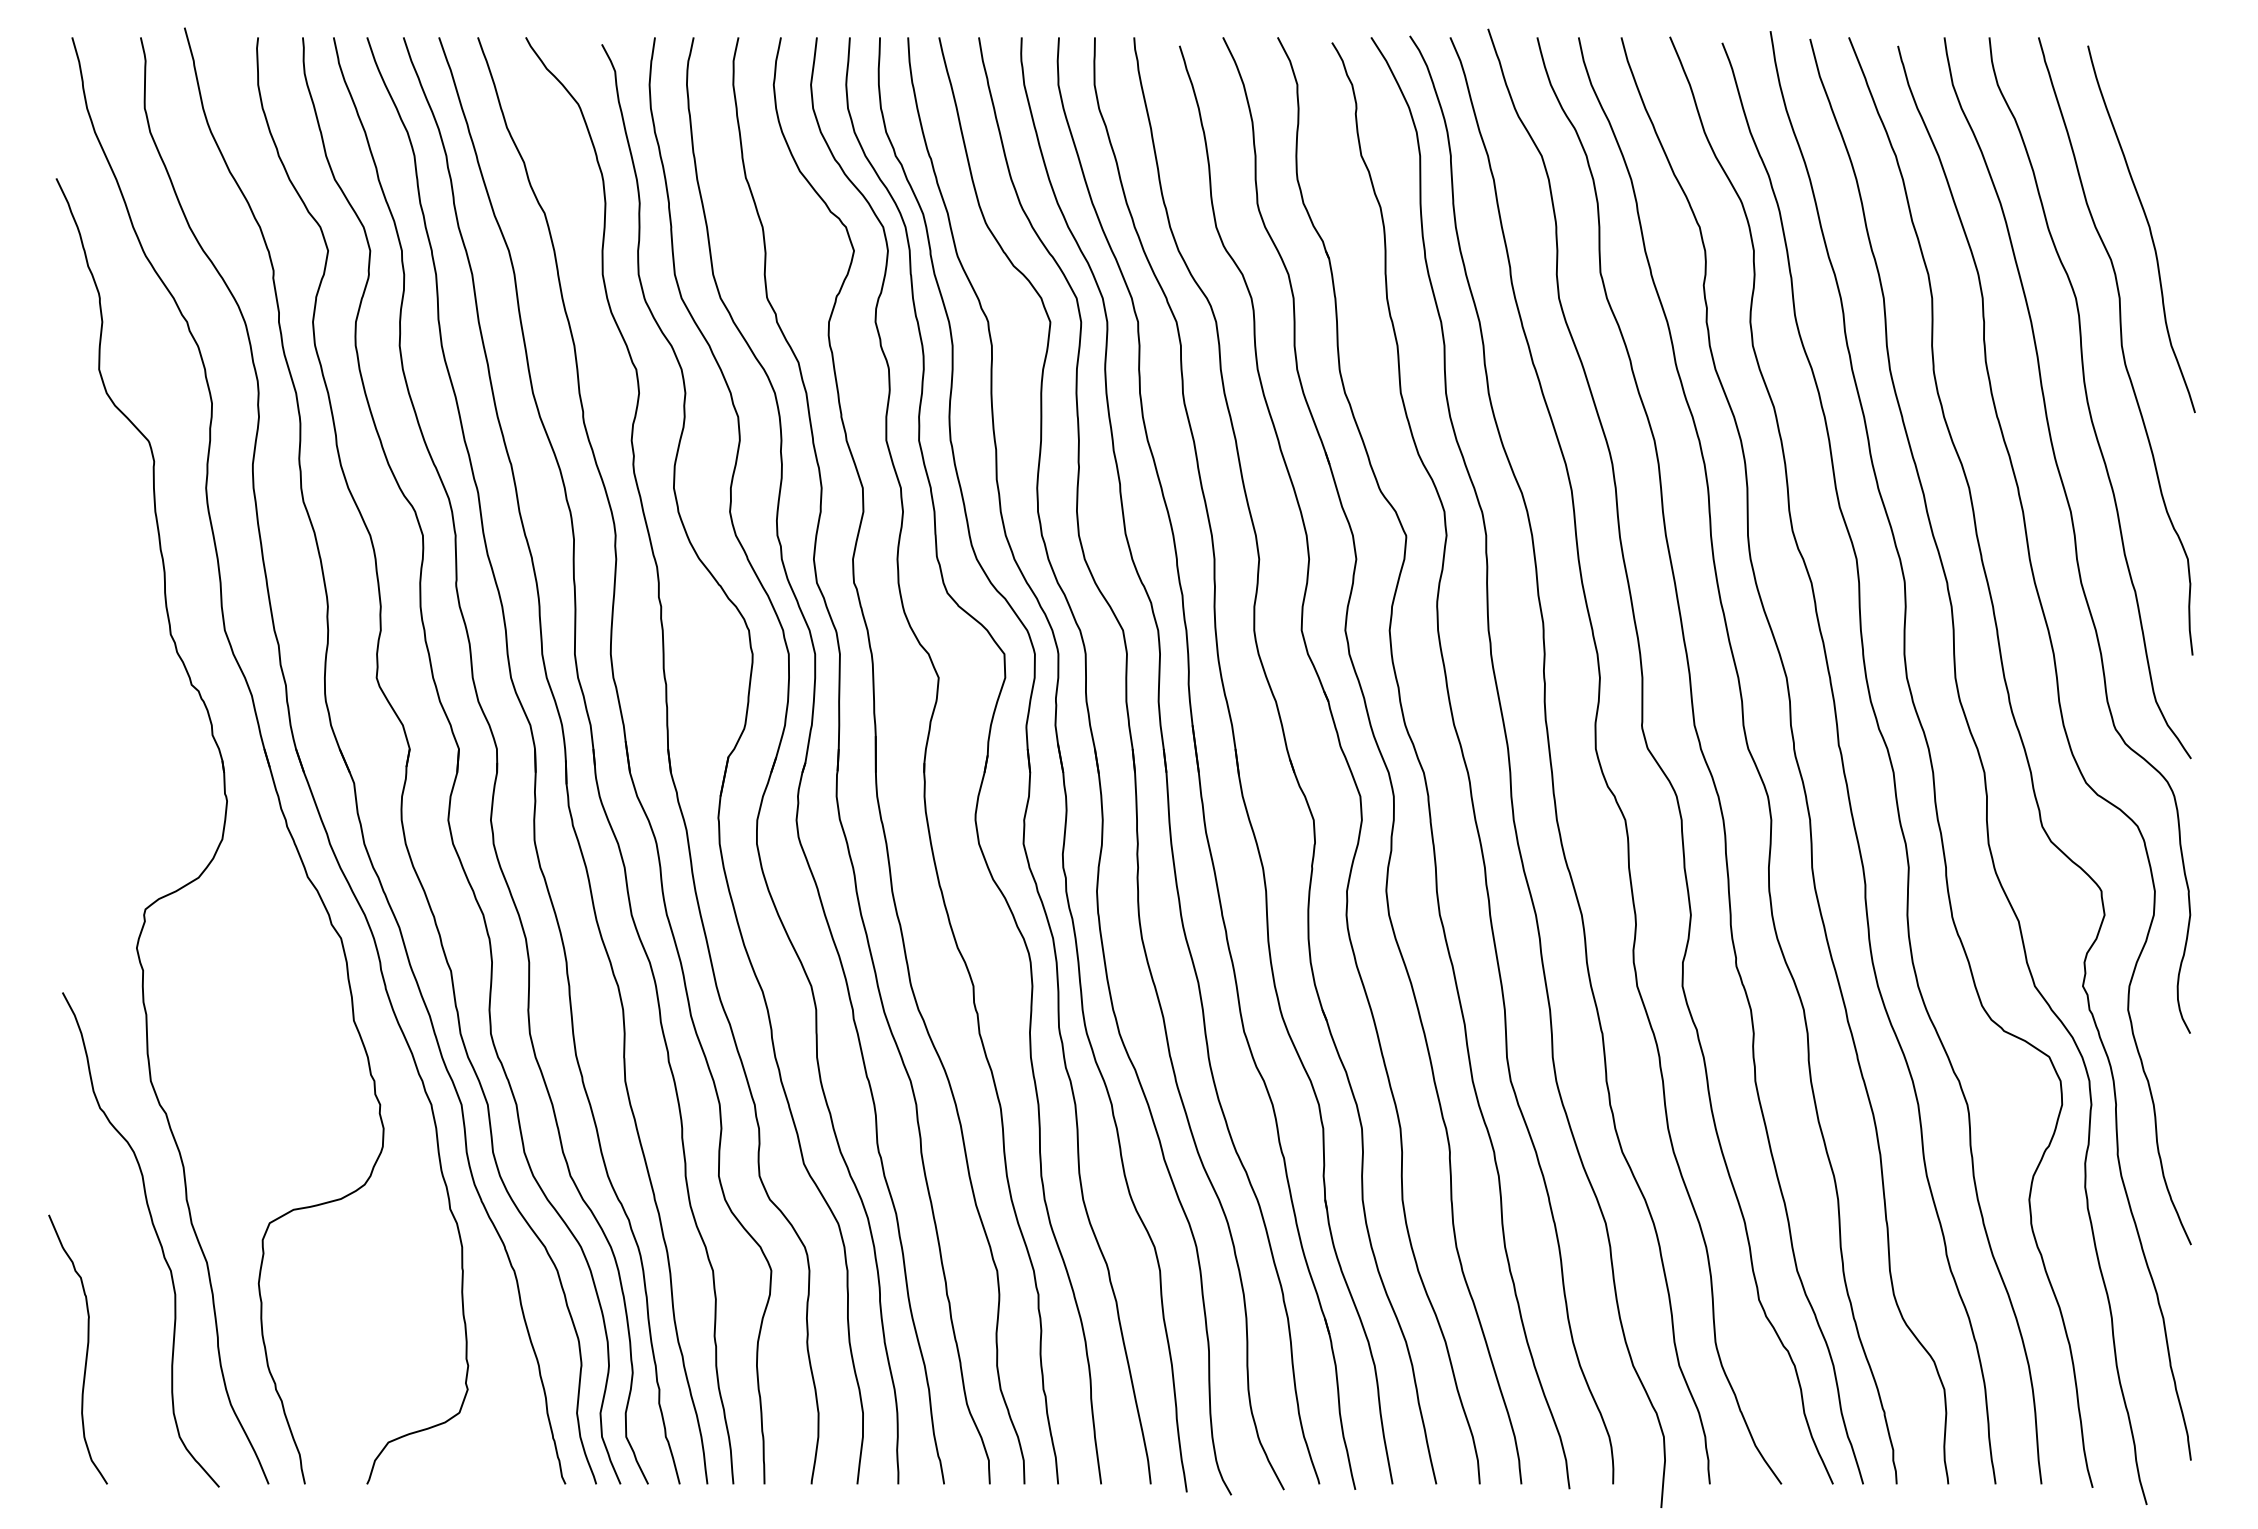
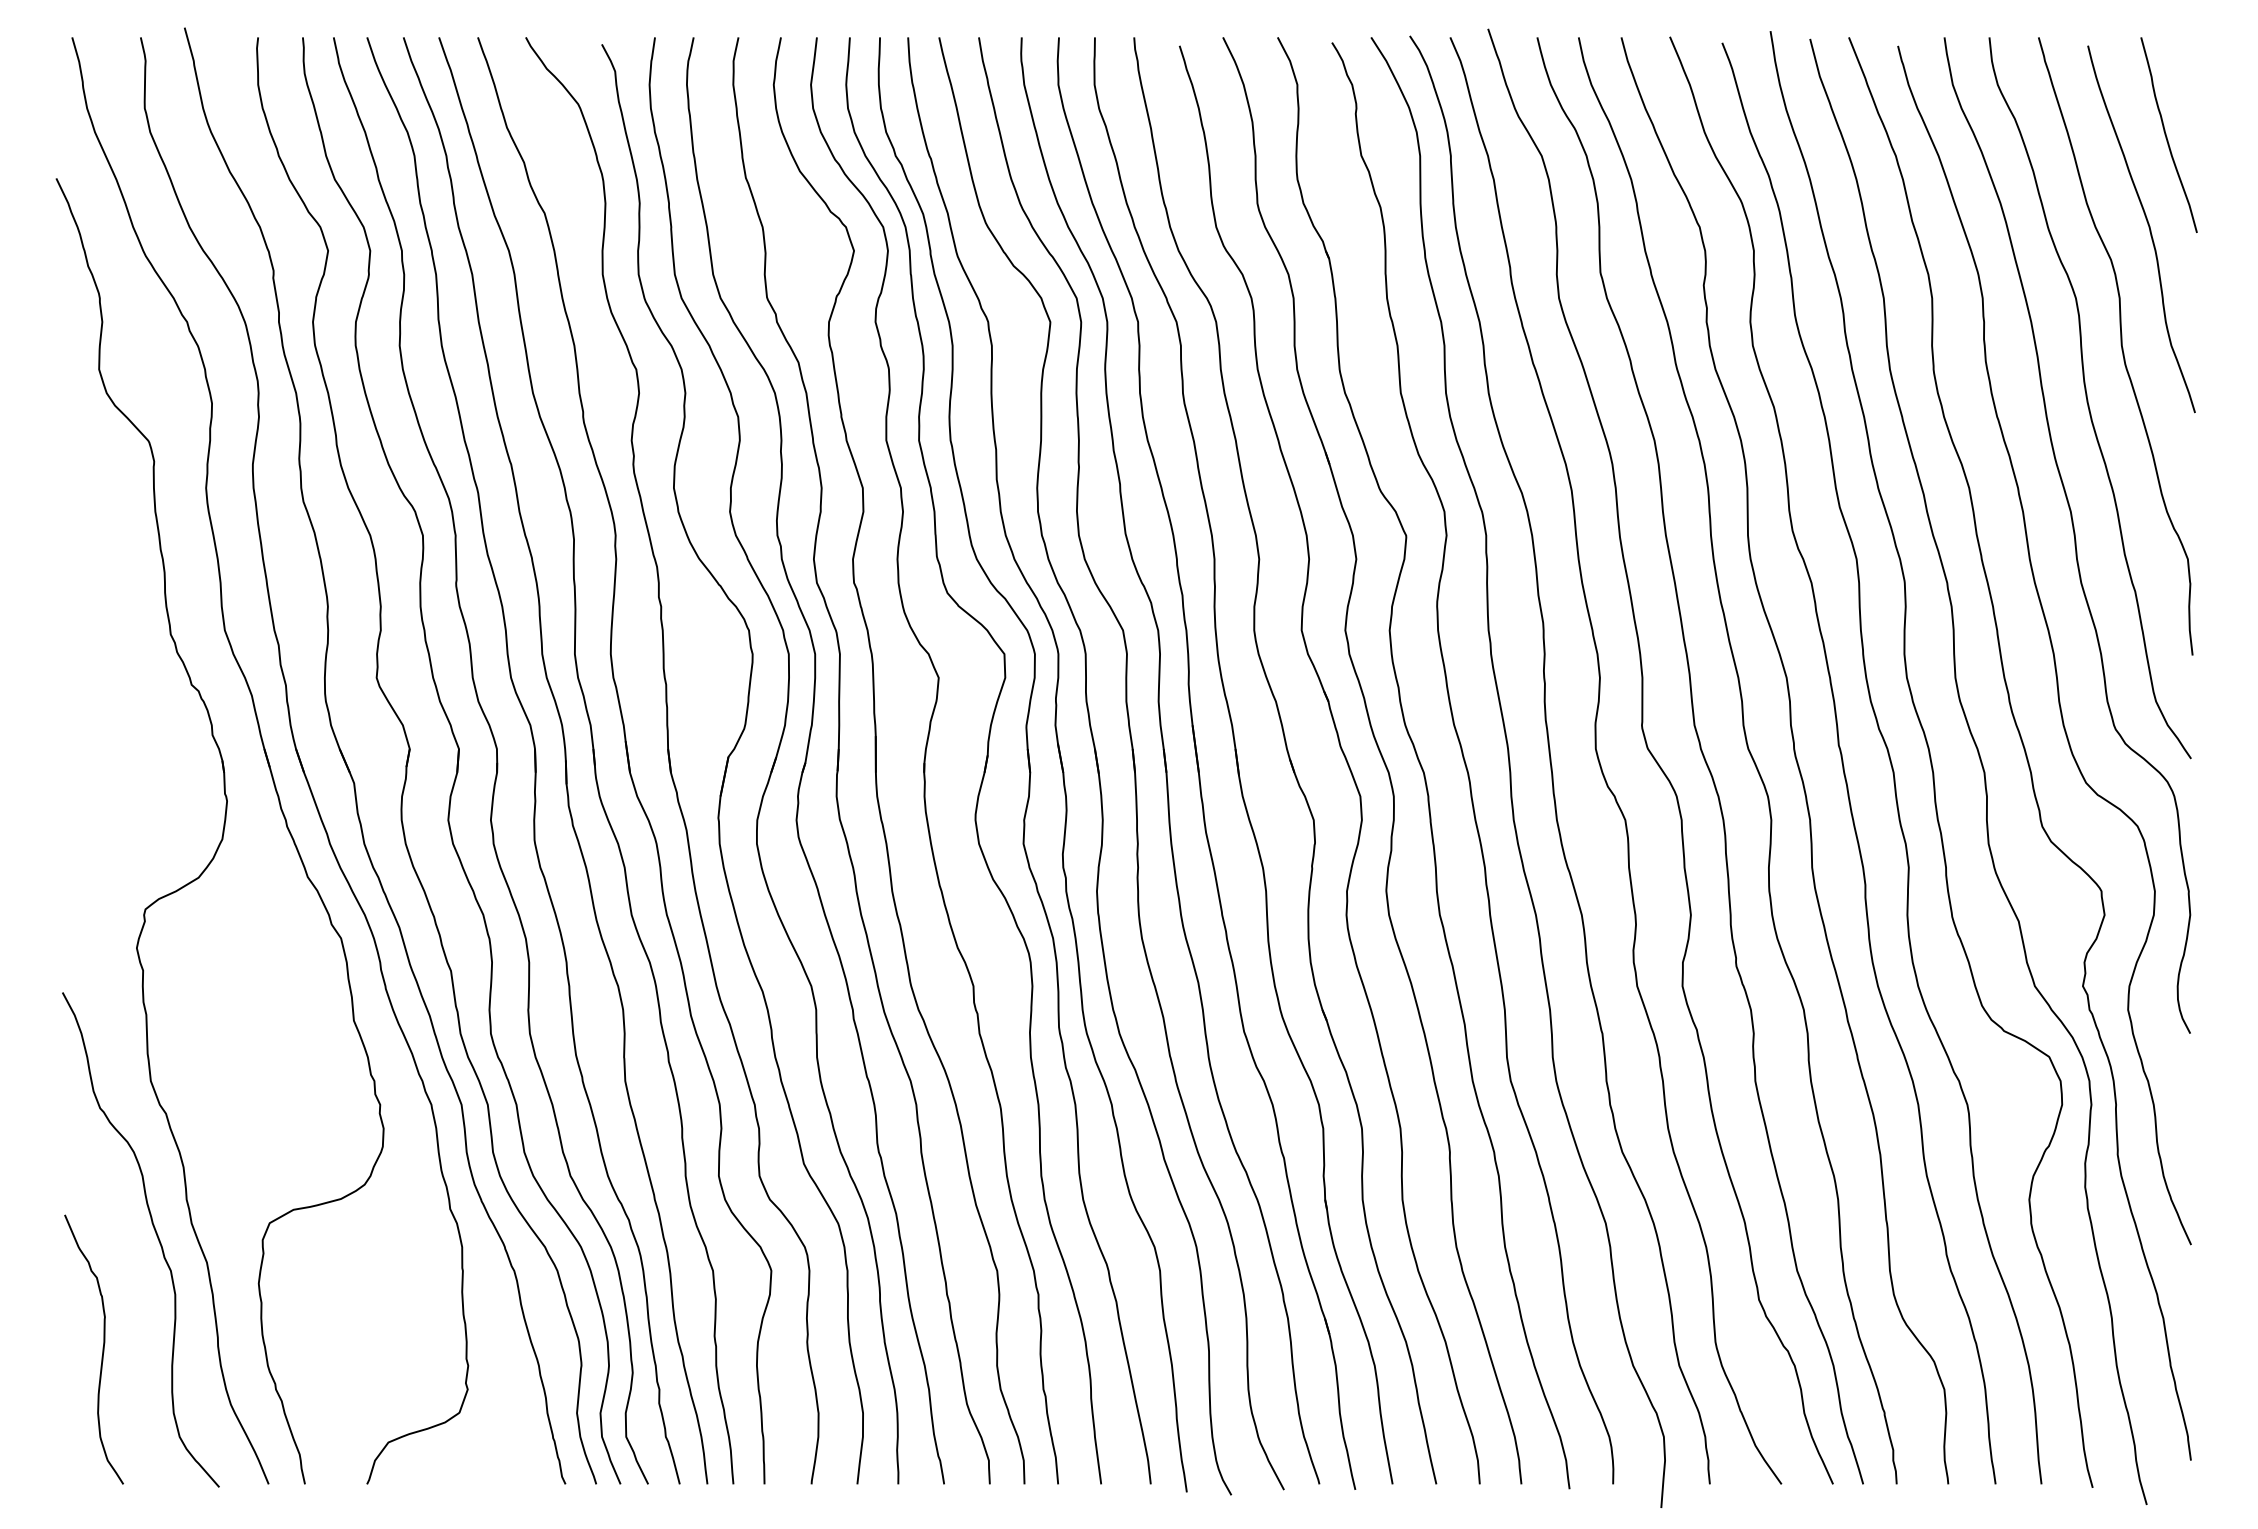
curve at (2166, 134): none -> present
curve at (86, 1349) position: (86, 1349) -> (102, 1349)
